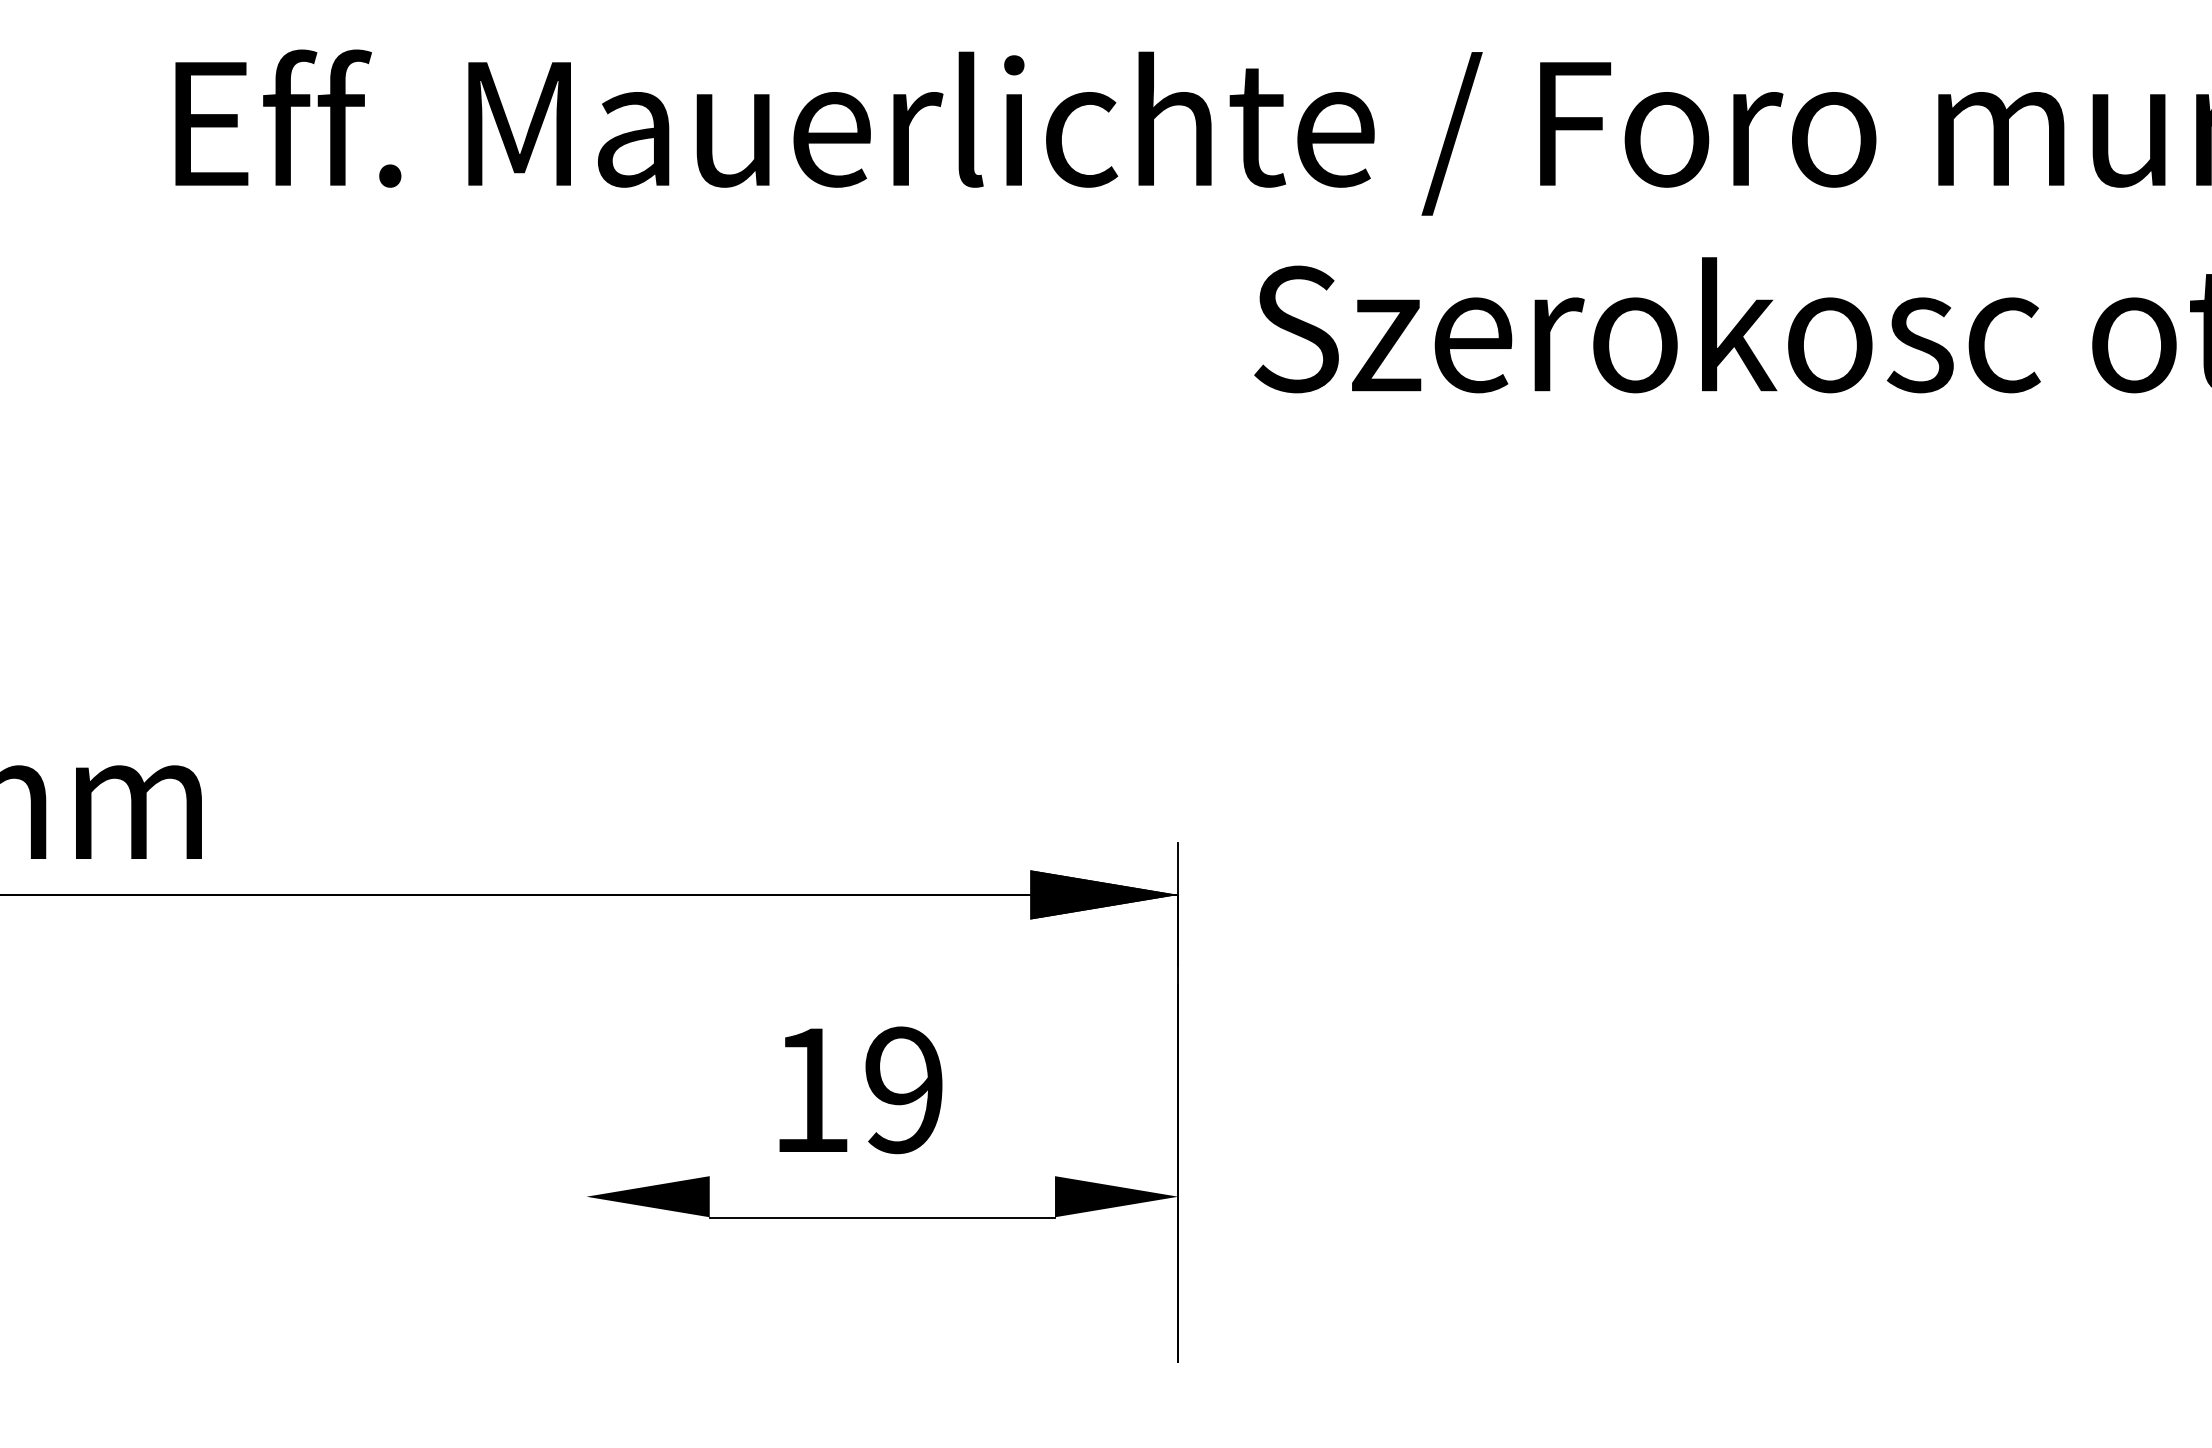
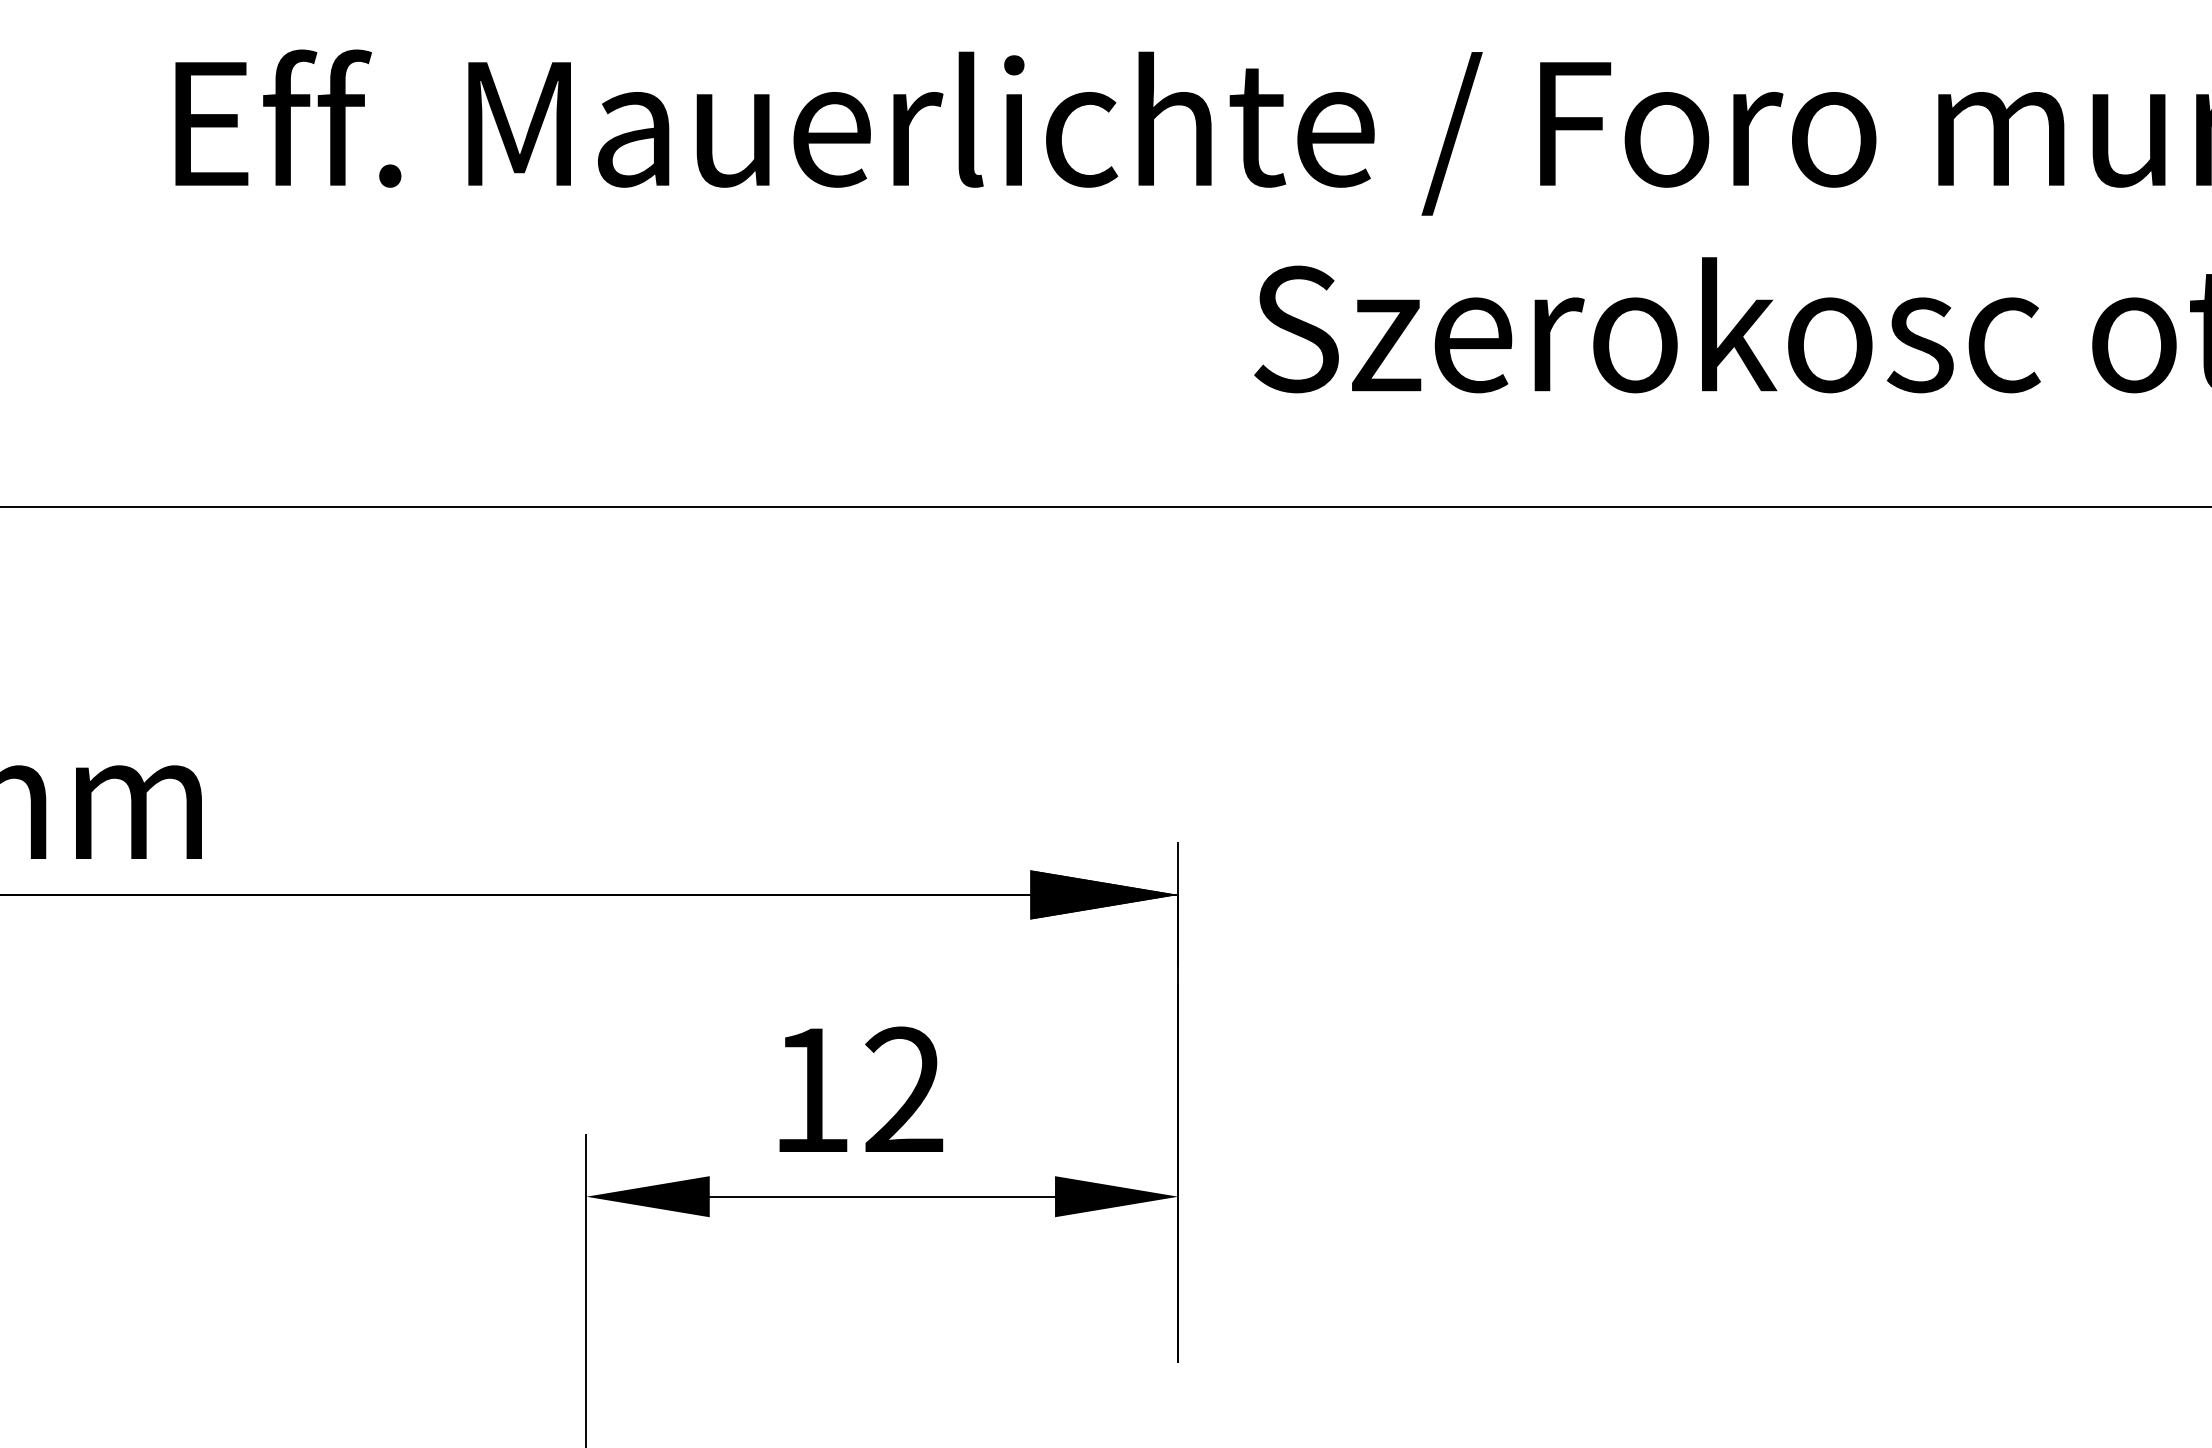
line at (1105, 506): none -> present
text at (904, 1090): 19 -> 12
line at (882, 1217) position: (882, 1217) -> (882, 1196)
line at (586, 1289): none -> present
